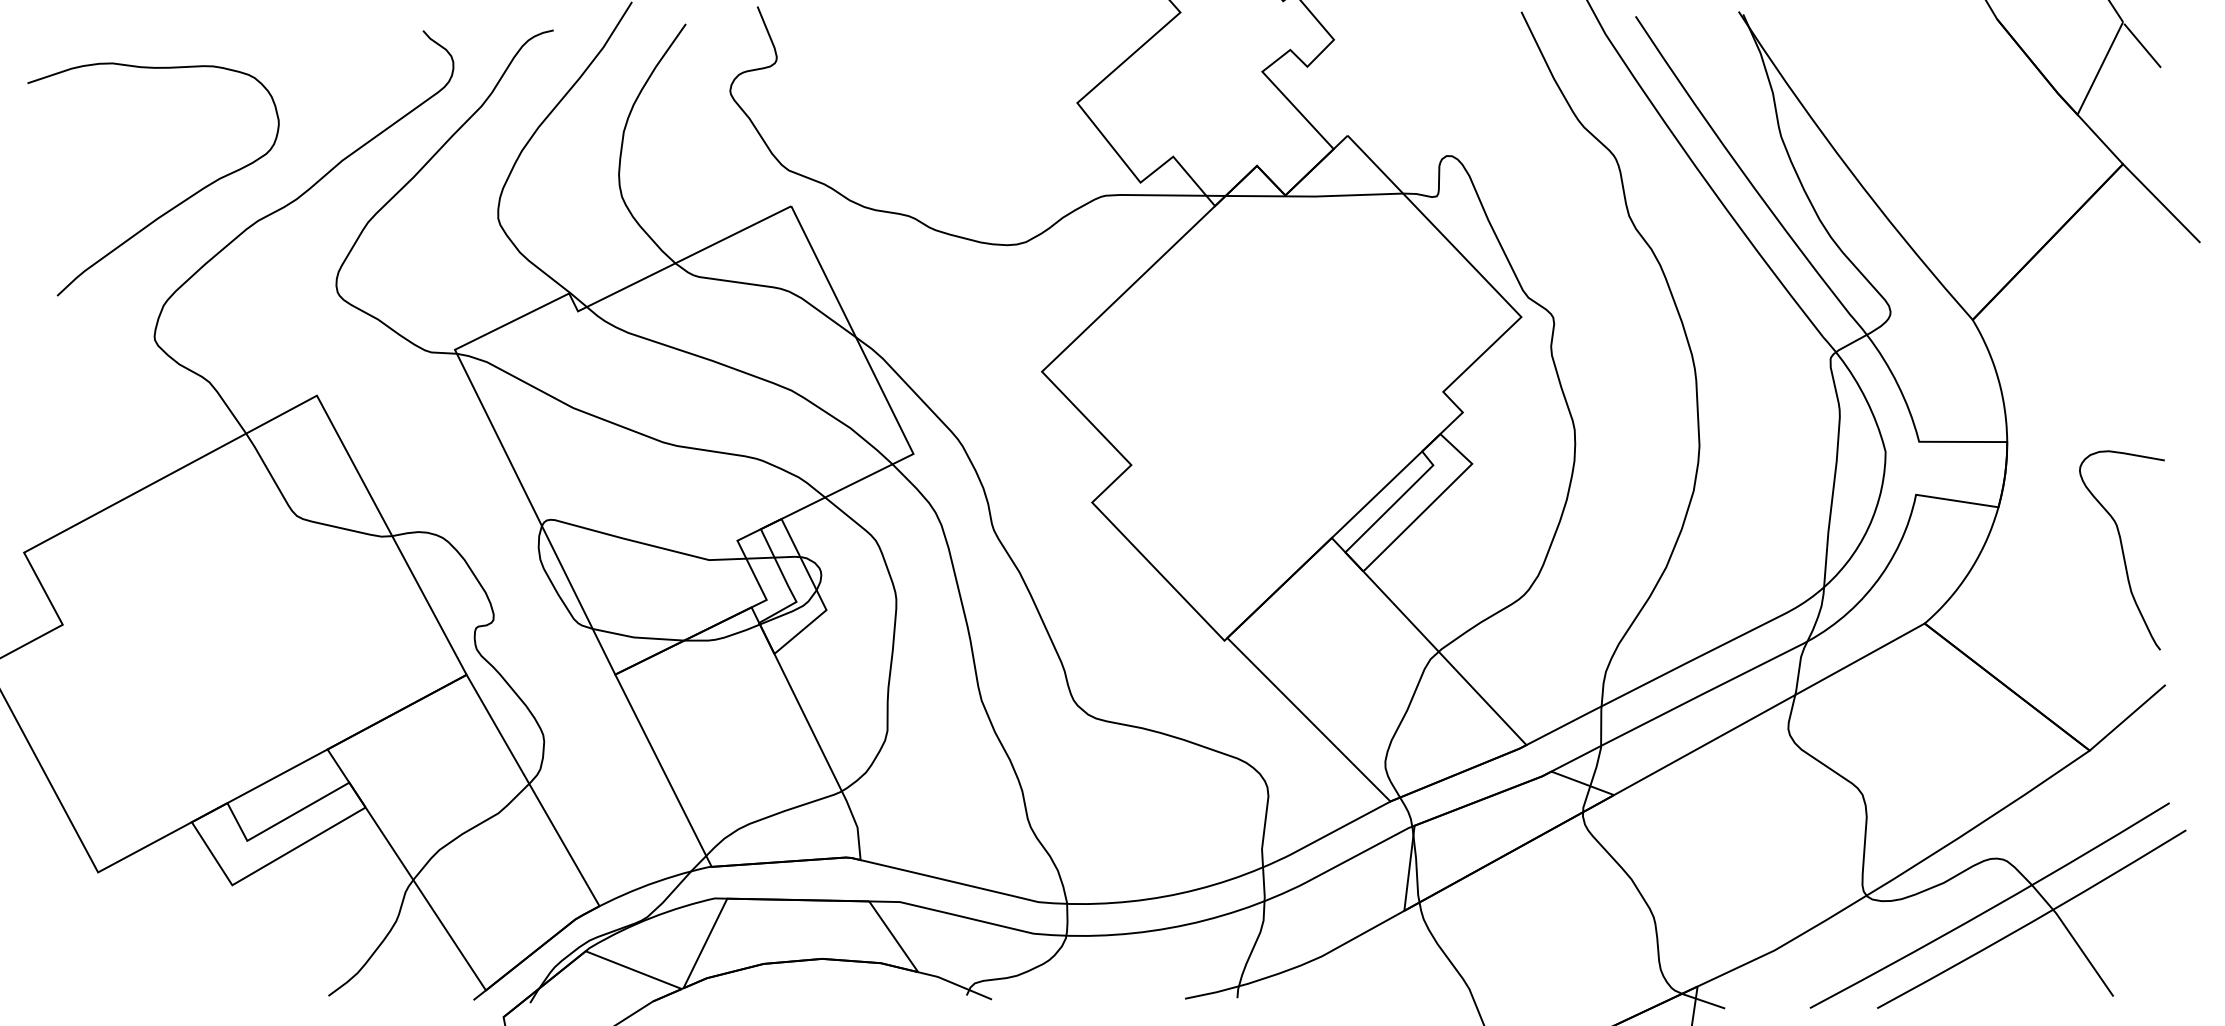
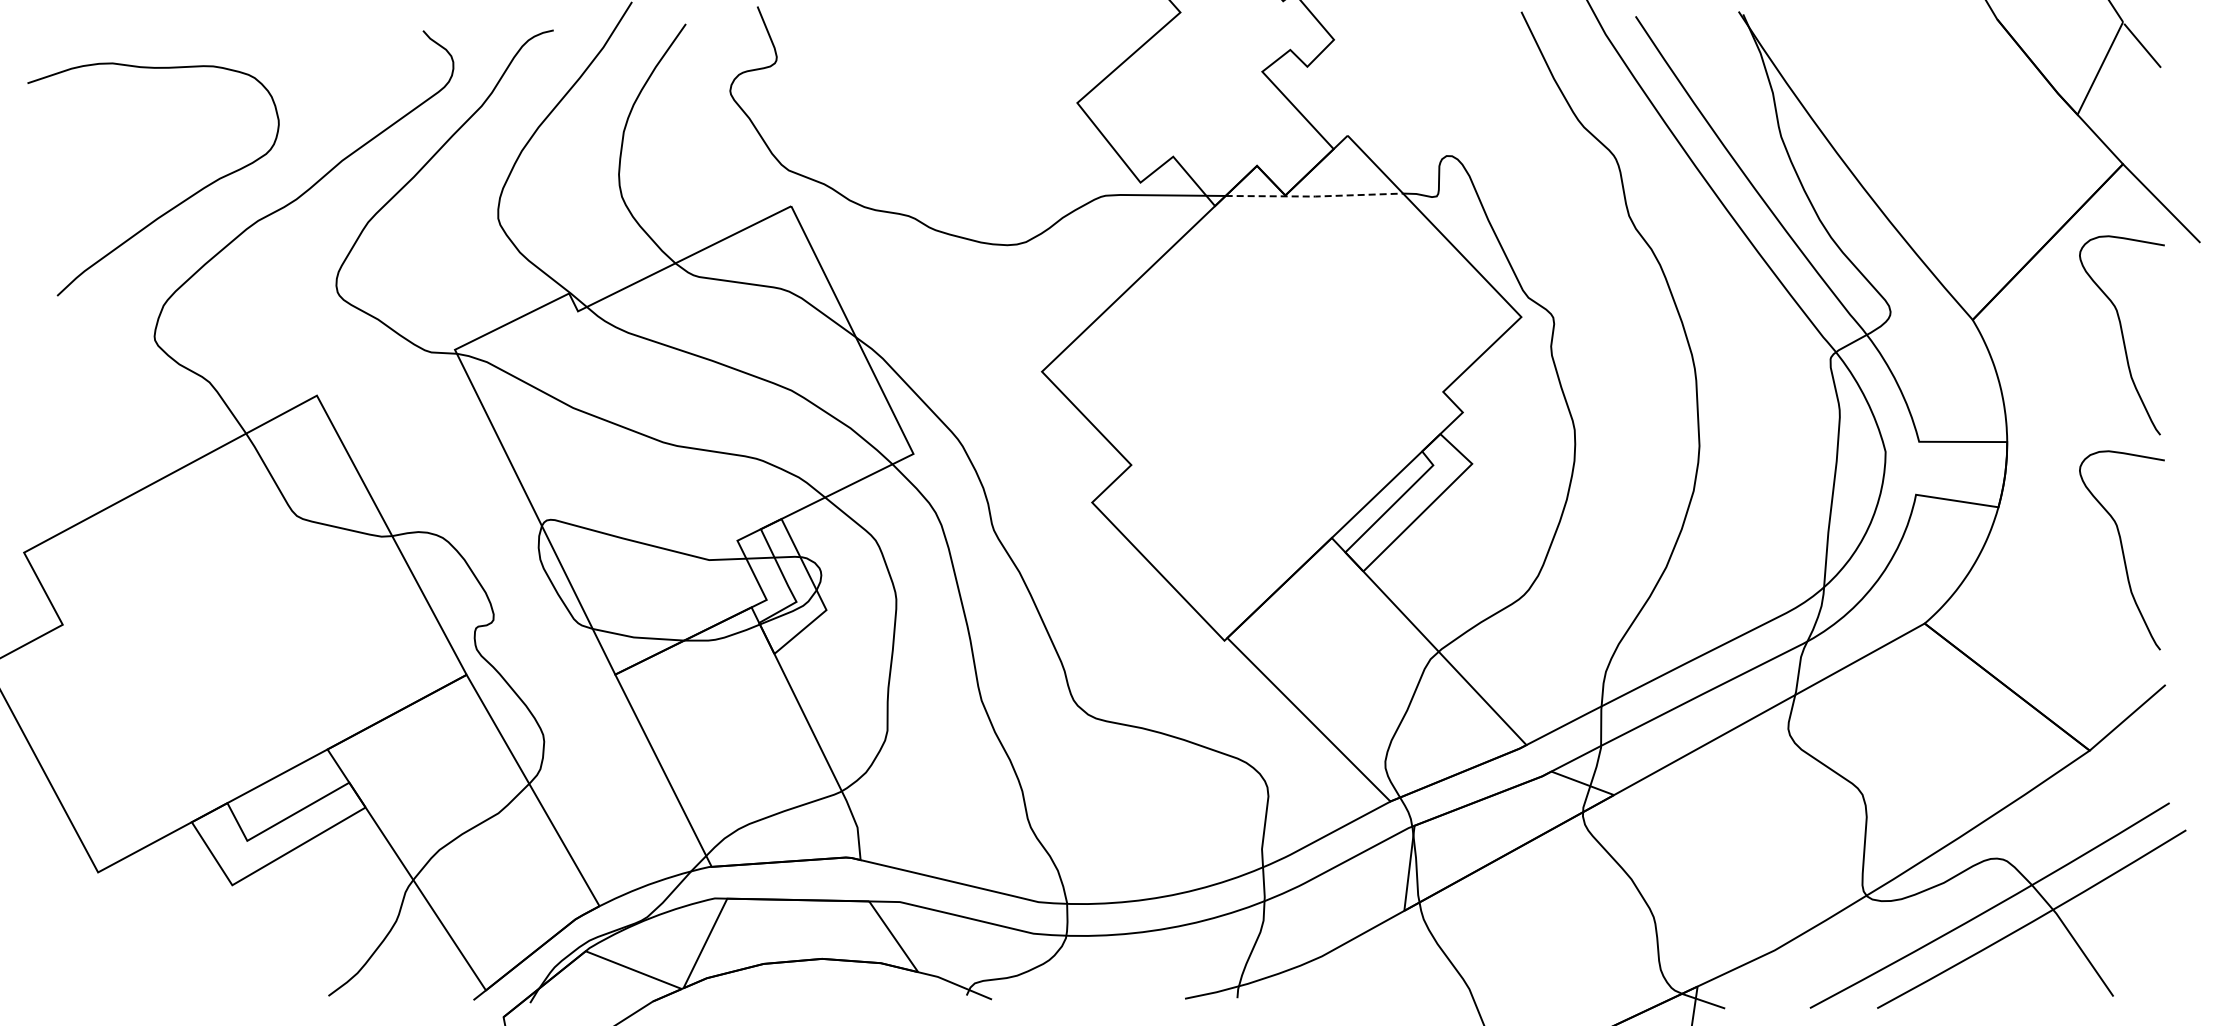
line at (1315, 196): solid -> dashed
curve at (2121, 335): none -> present
